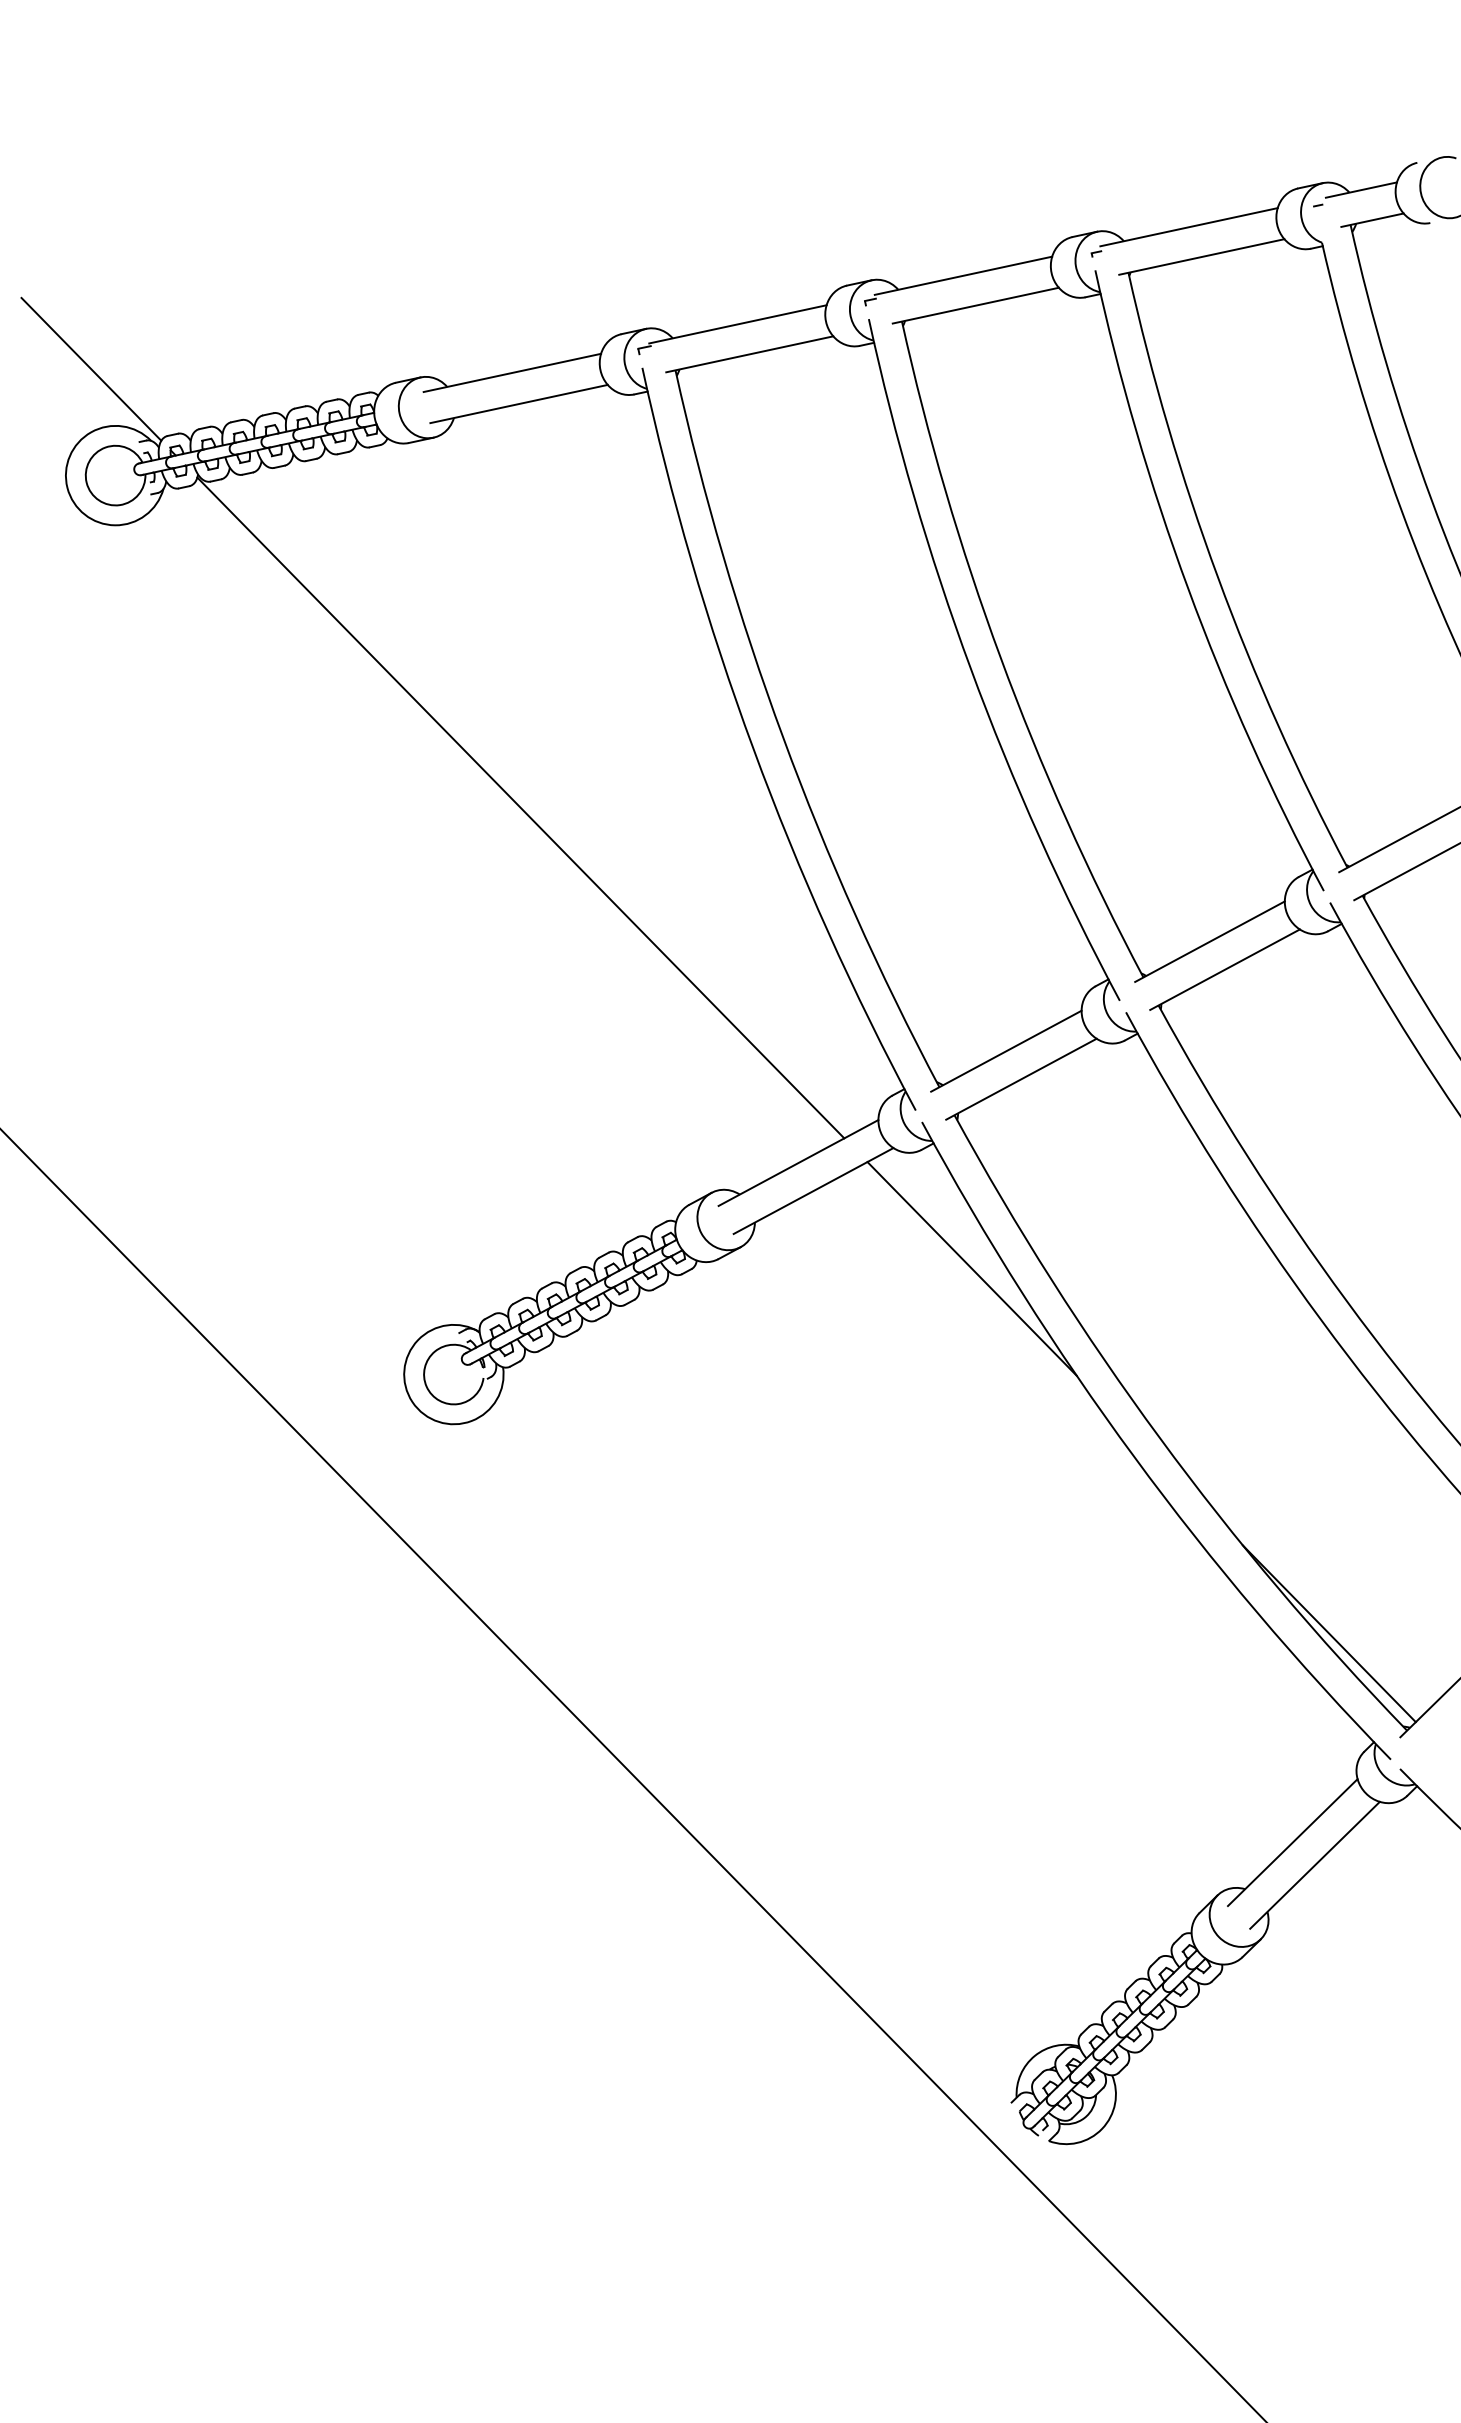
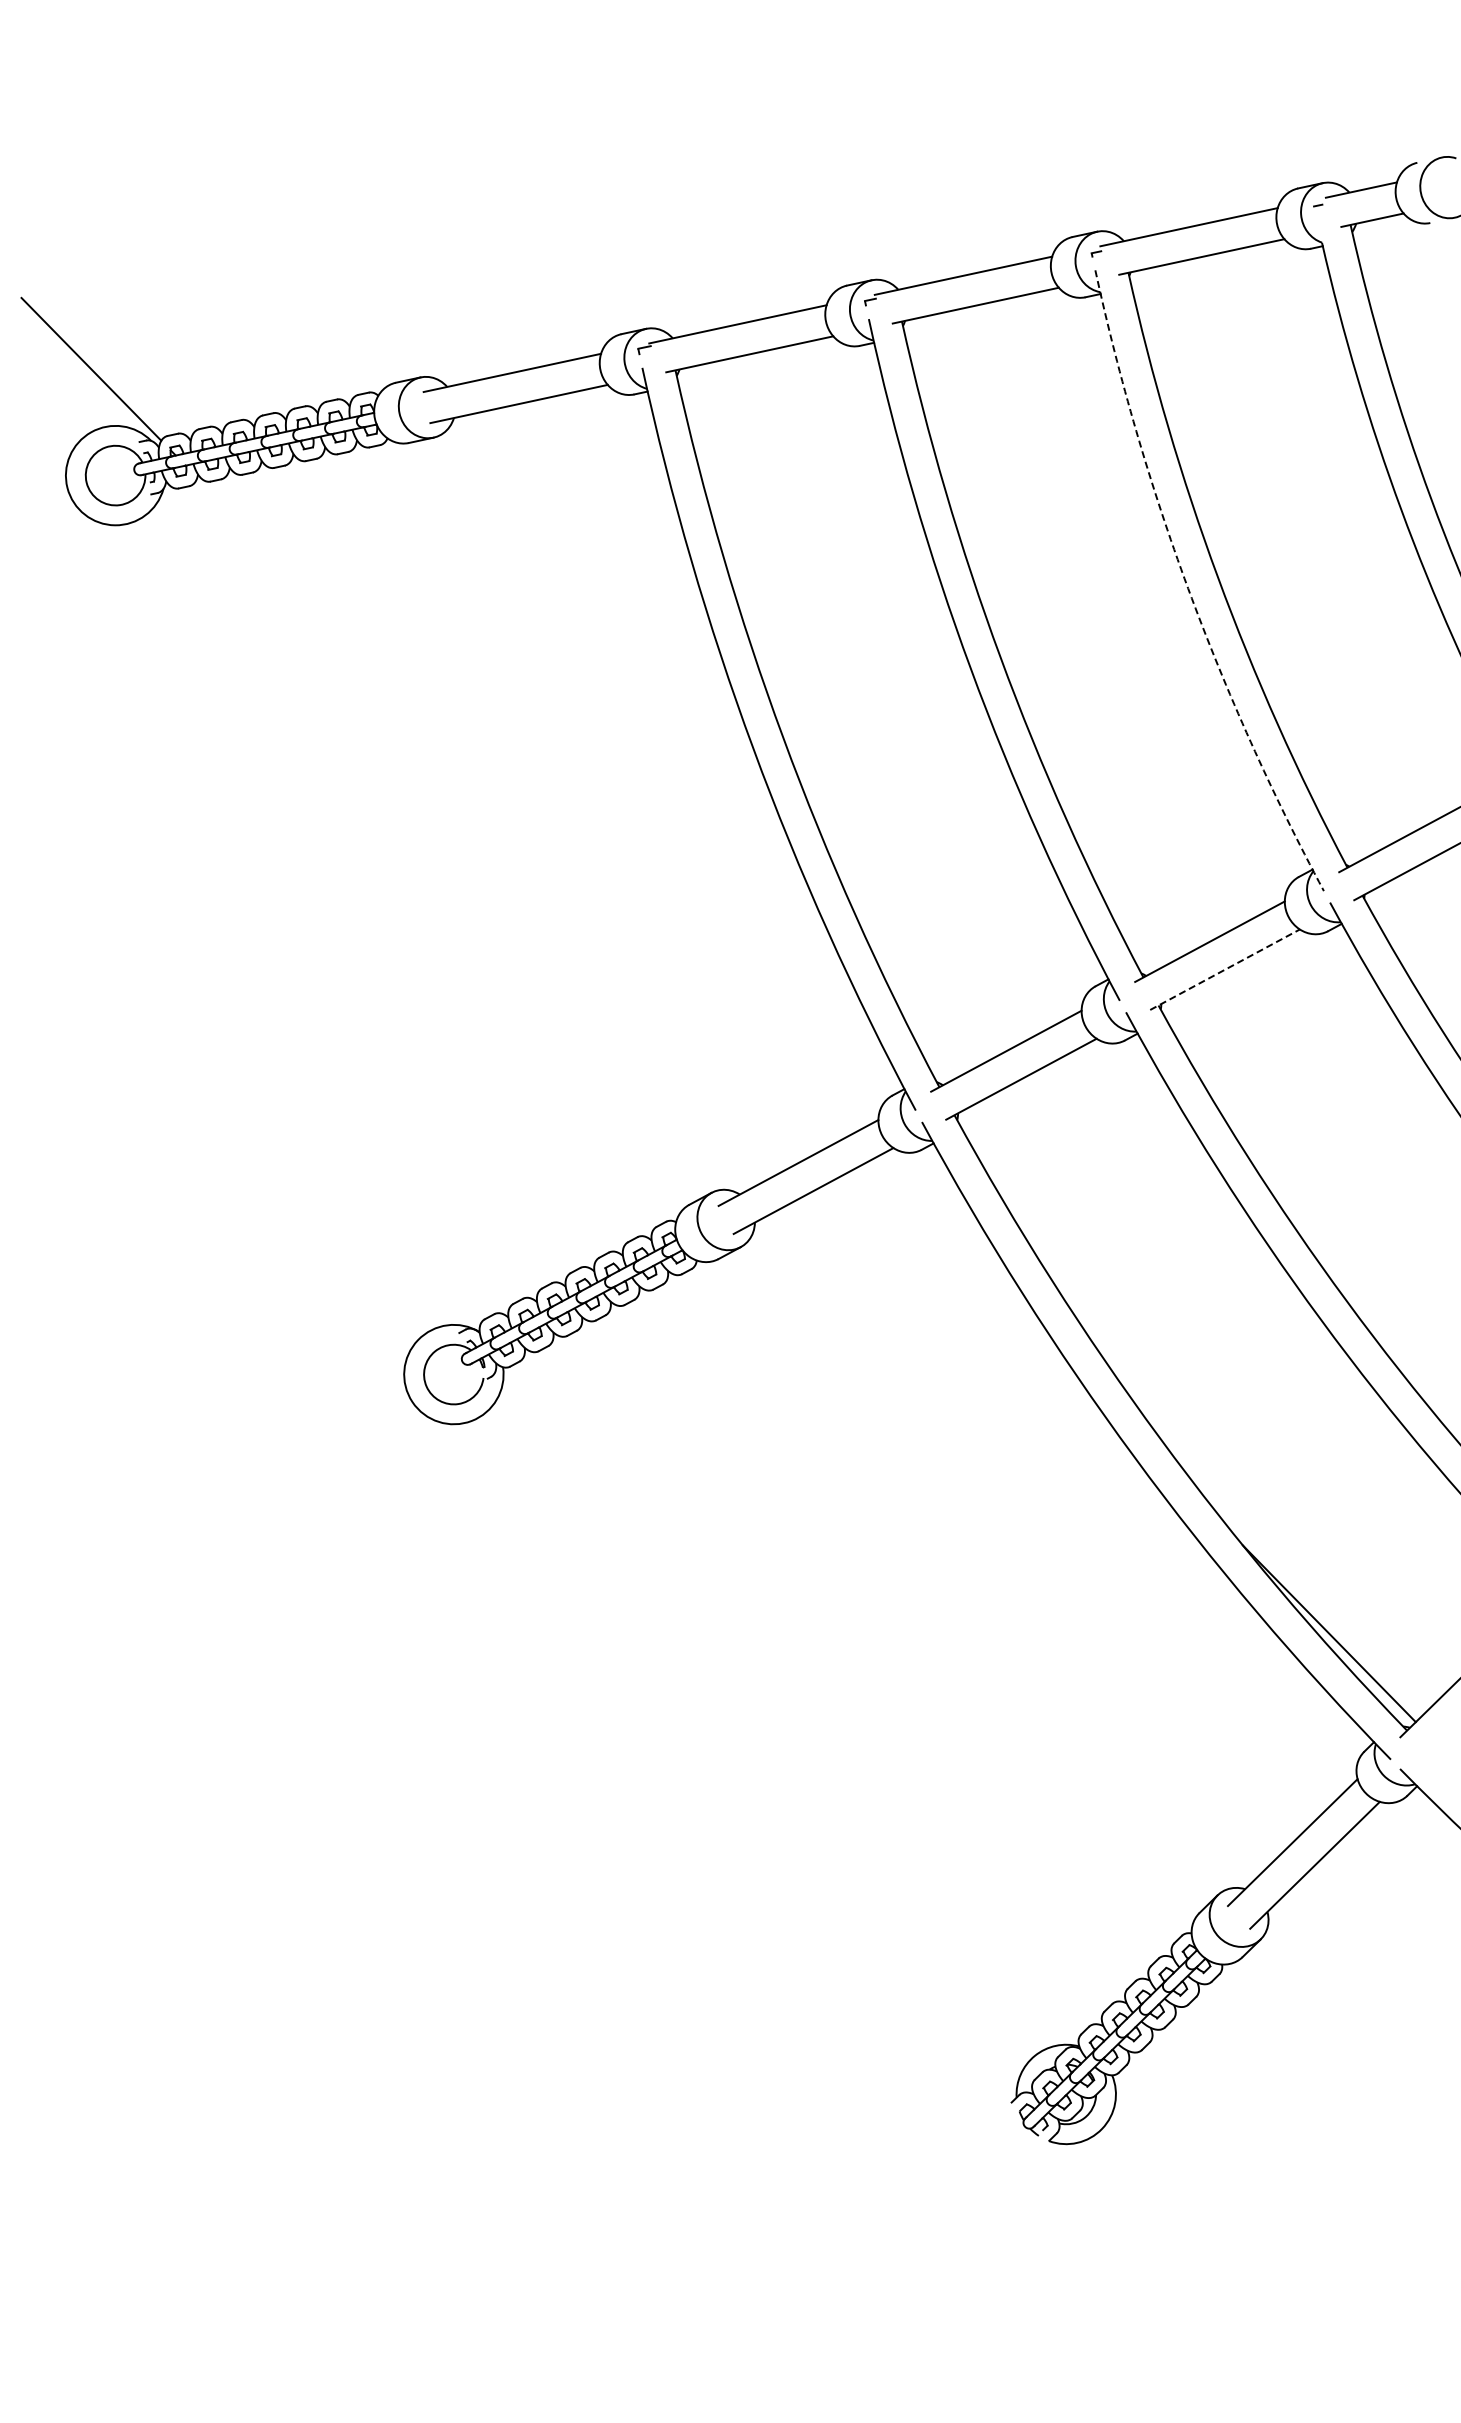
arc at (1188, 588): solid -> dashed
line at (520, 807): present -> none
line at (1225, 969): solid -> dashed
line at (971, 1268): present -> none
line at (632, 1775): present -> none
